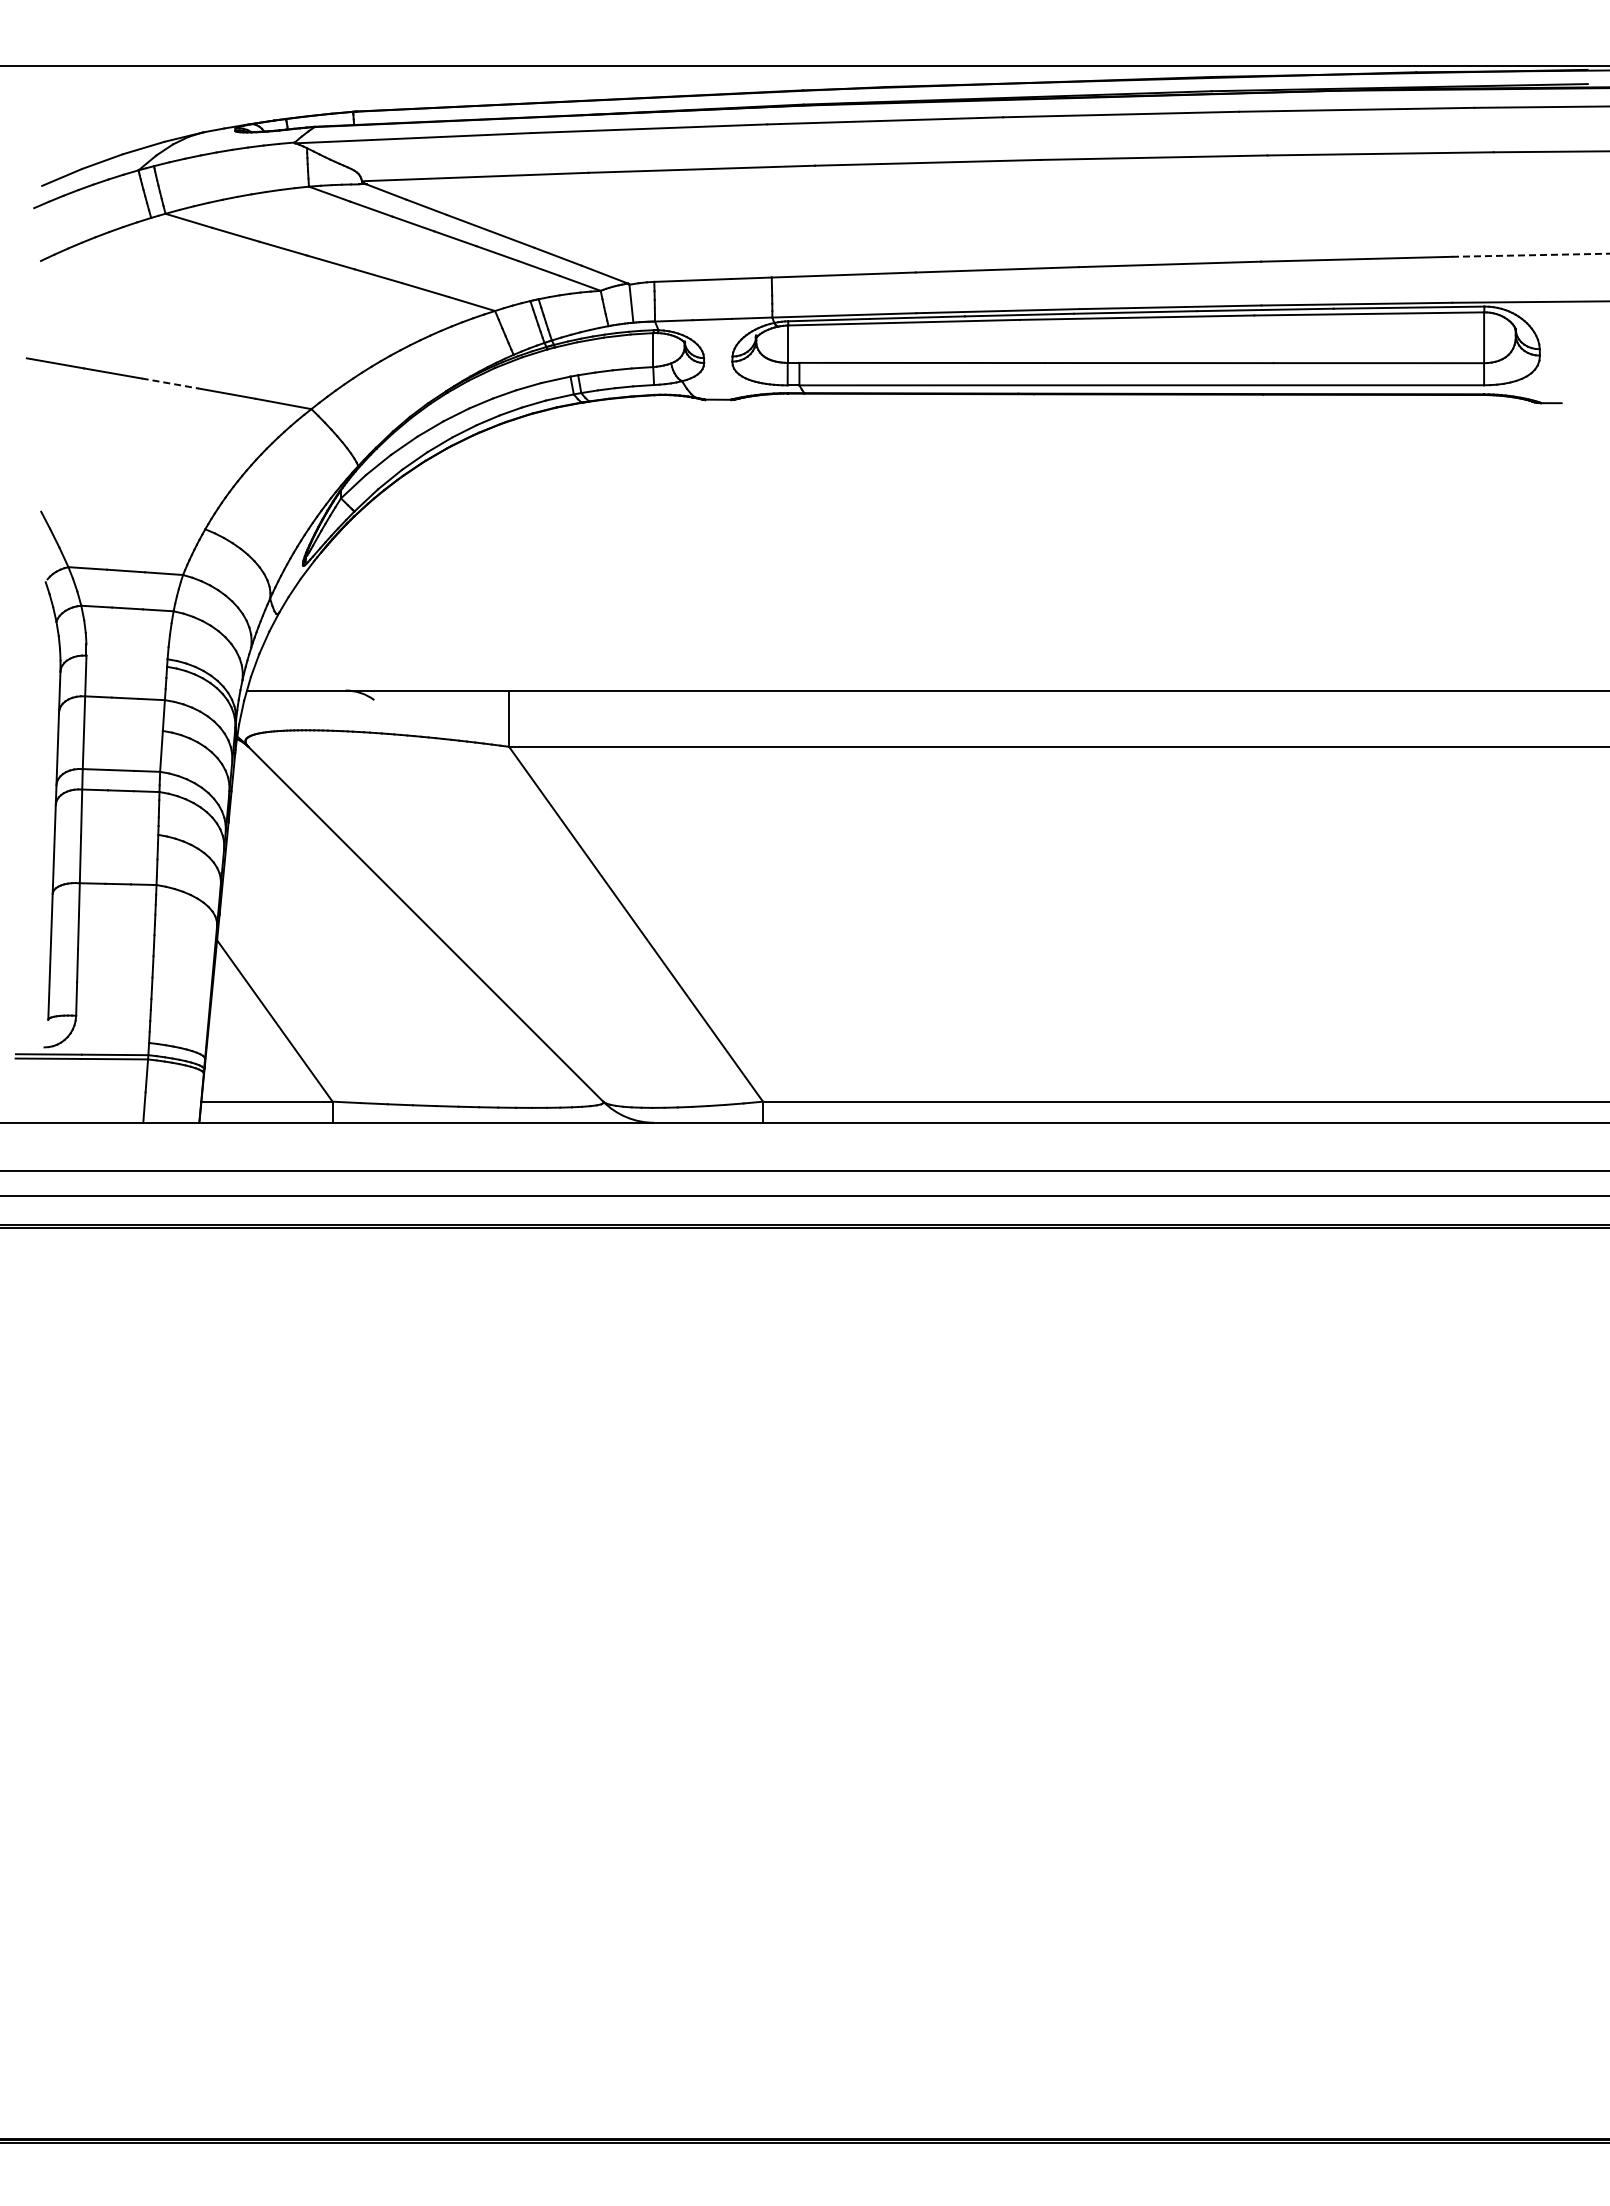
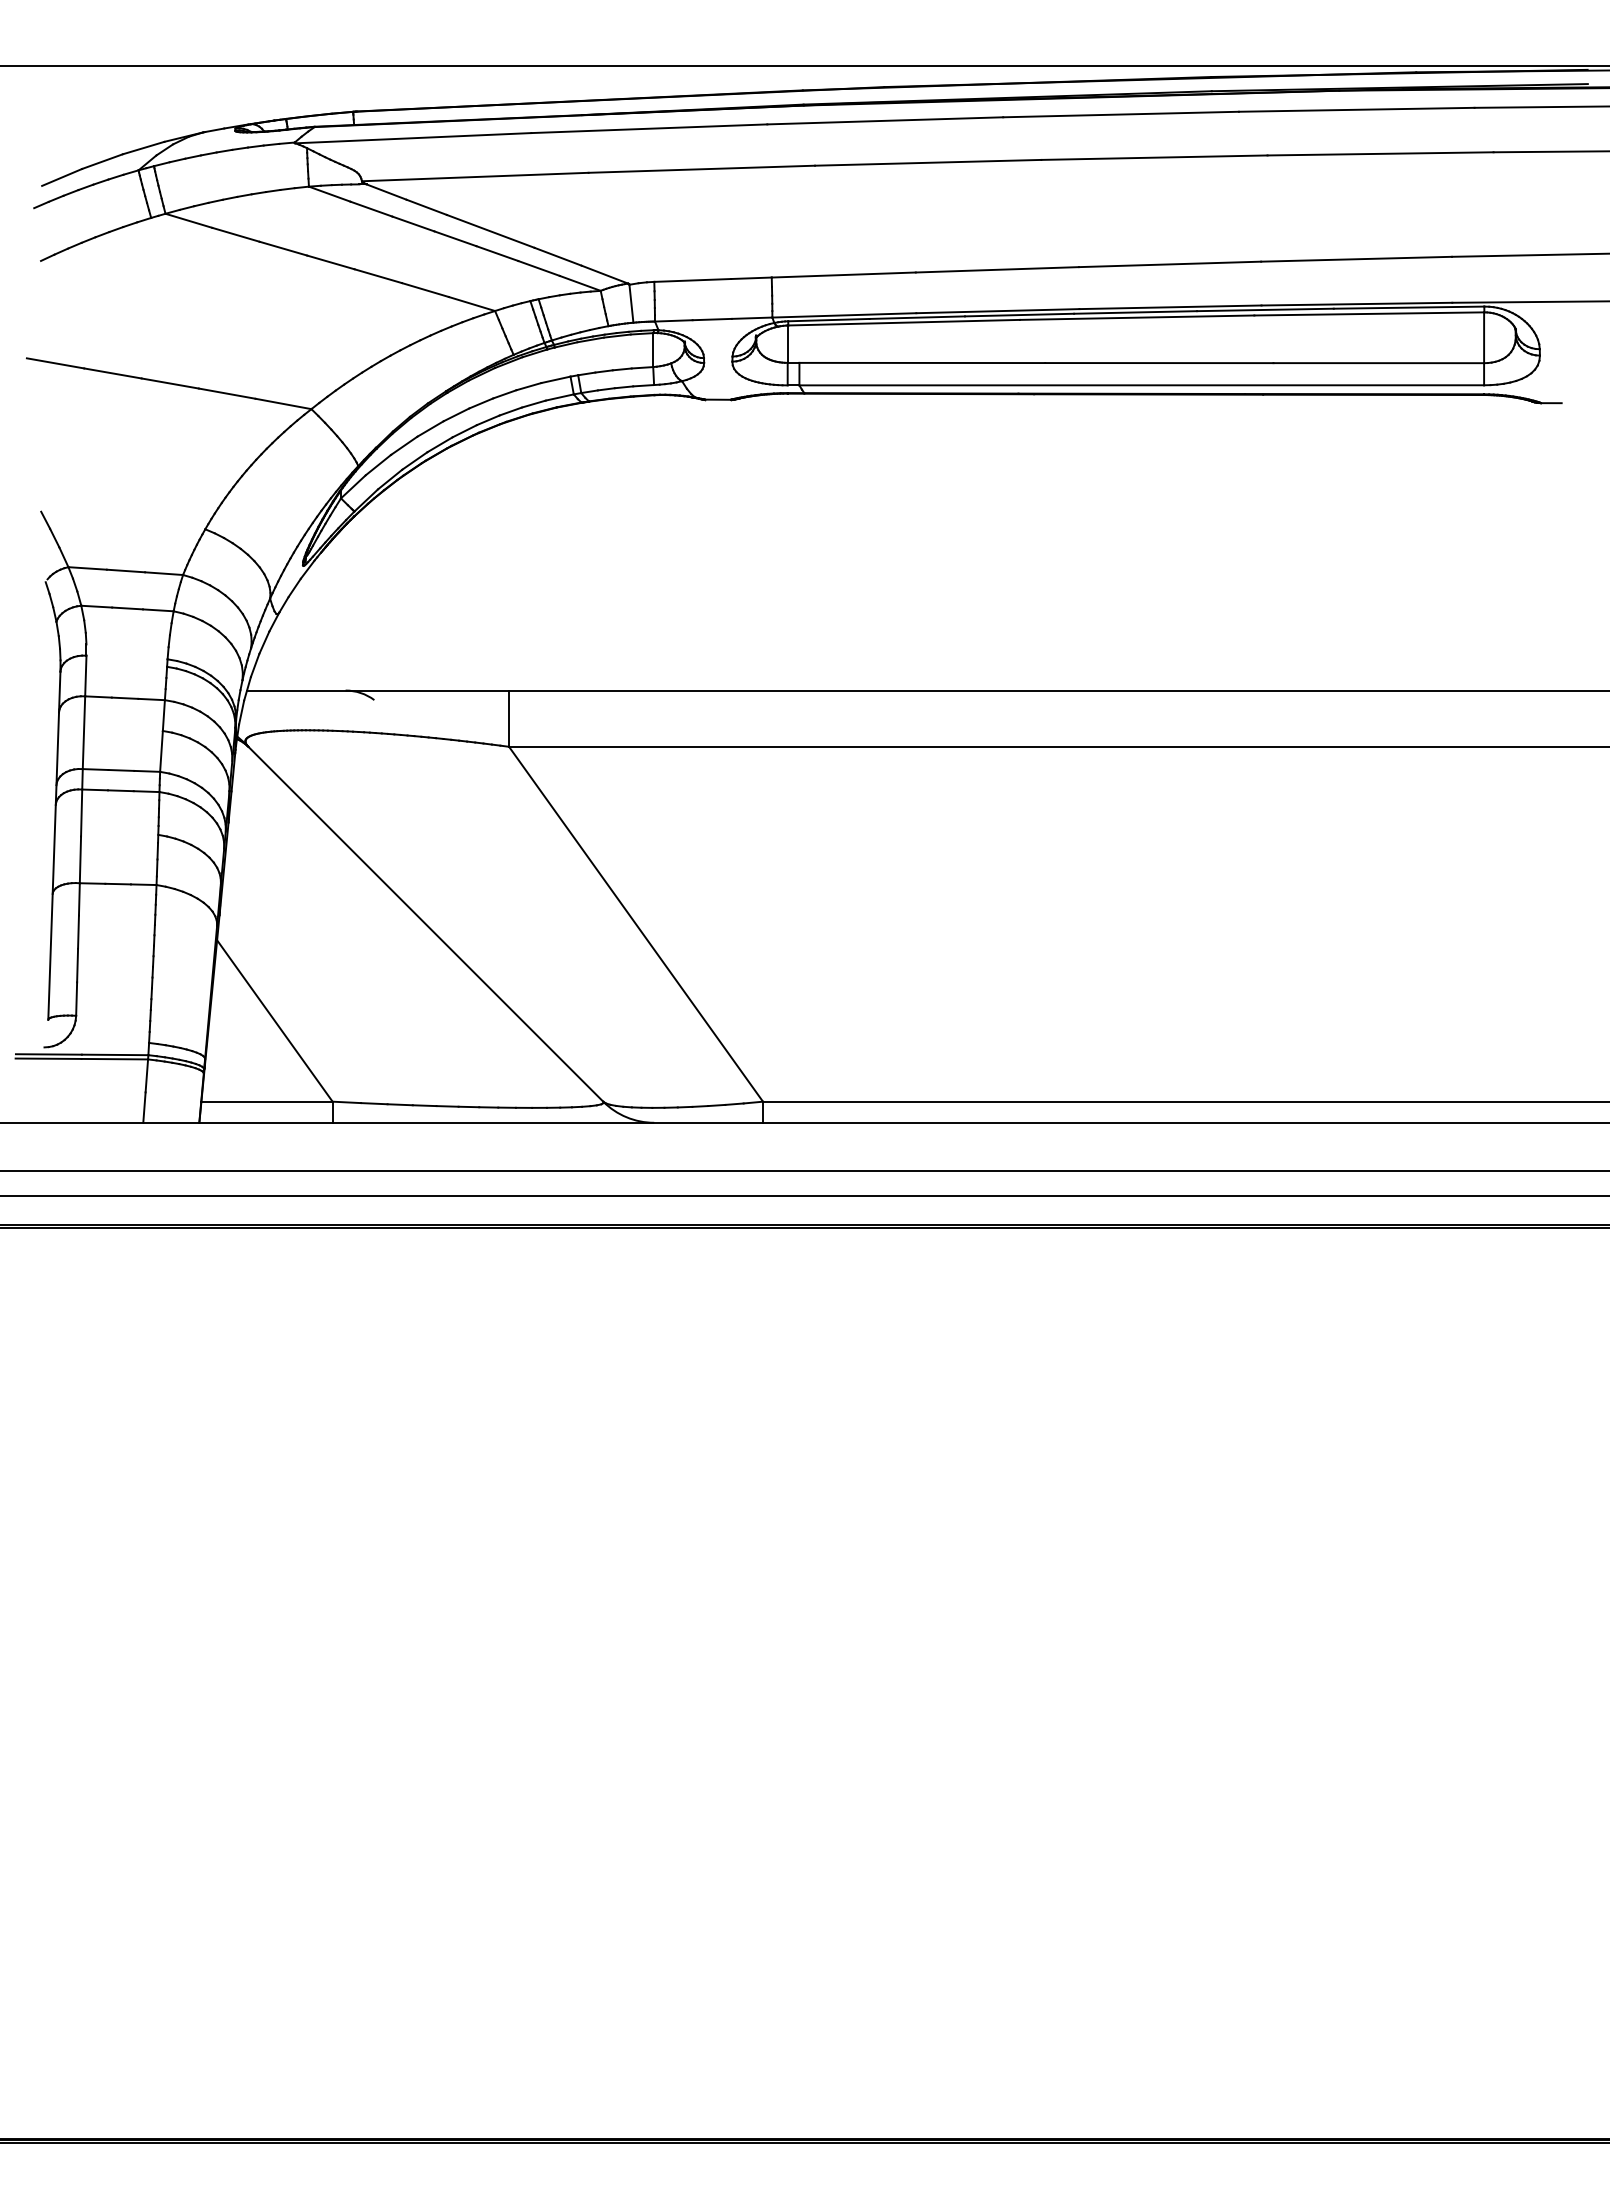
line at (1530, 255): dashed -> solid
line at (170, 383): dashed -> solid
